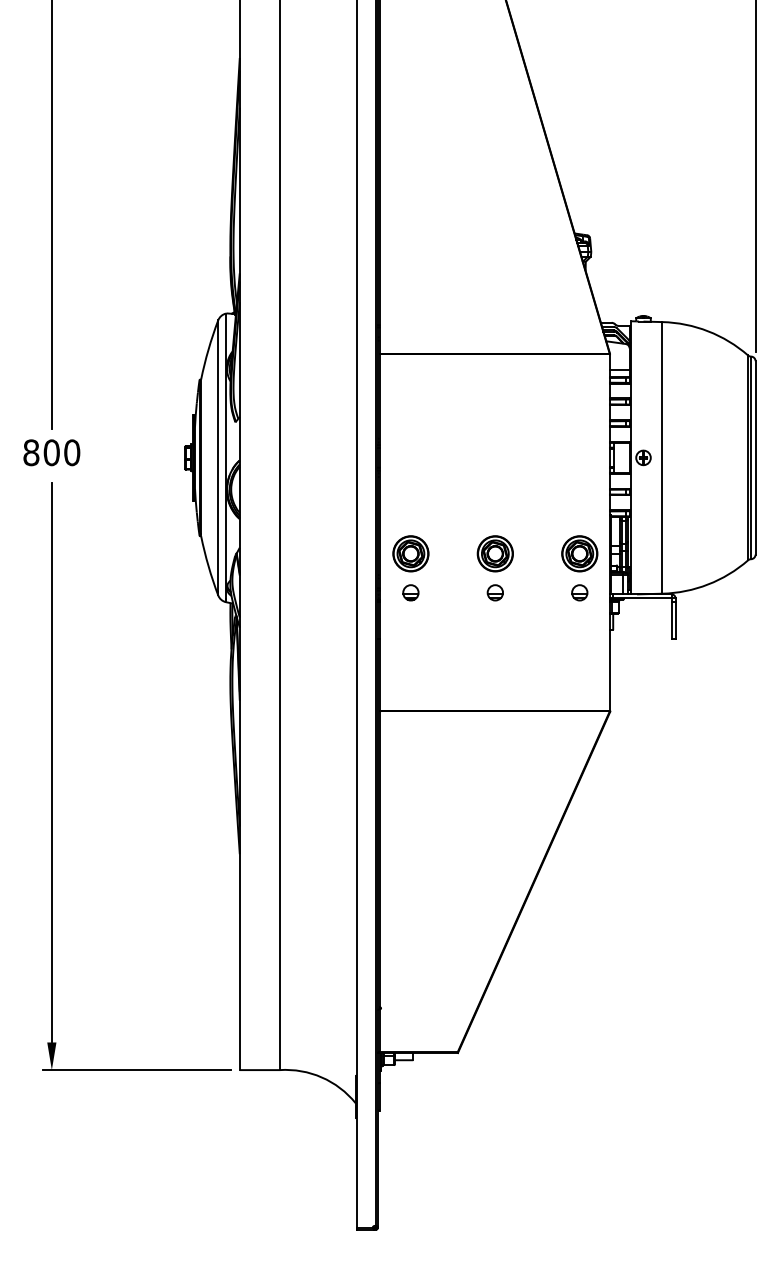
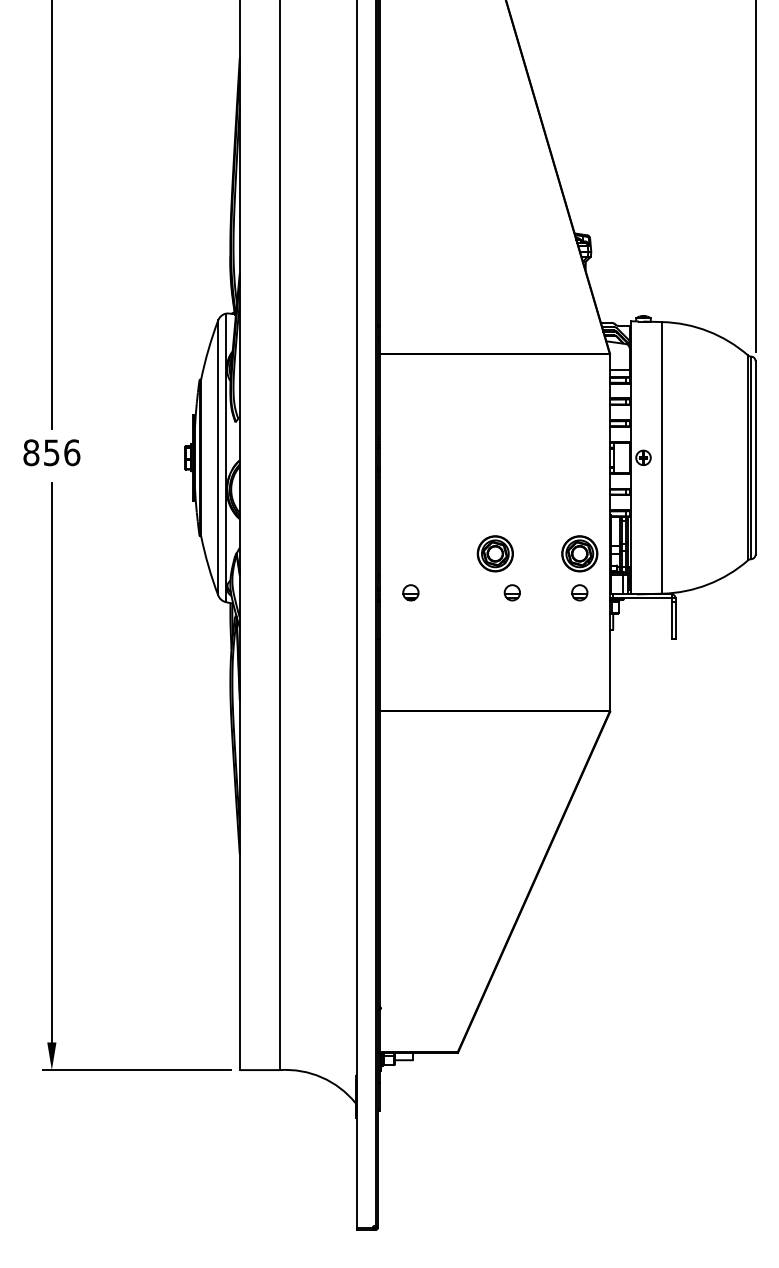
text at (61, 452): 800 -> 856
part at (410, 553): present -> none
part at (494, 592) position: (494, 592) -> (511, 592)
